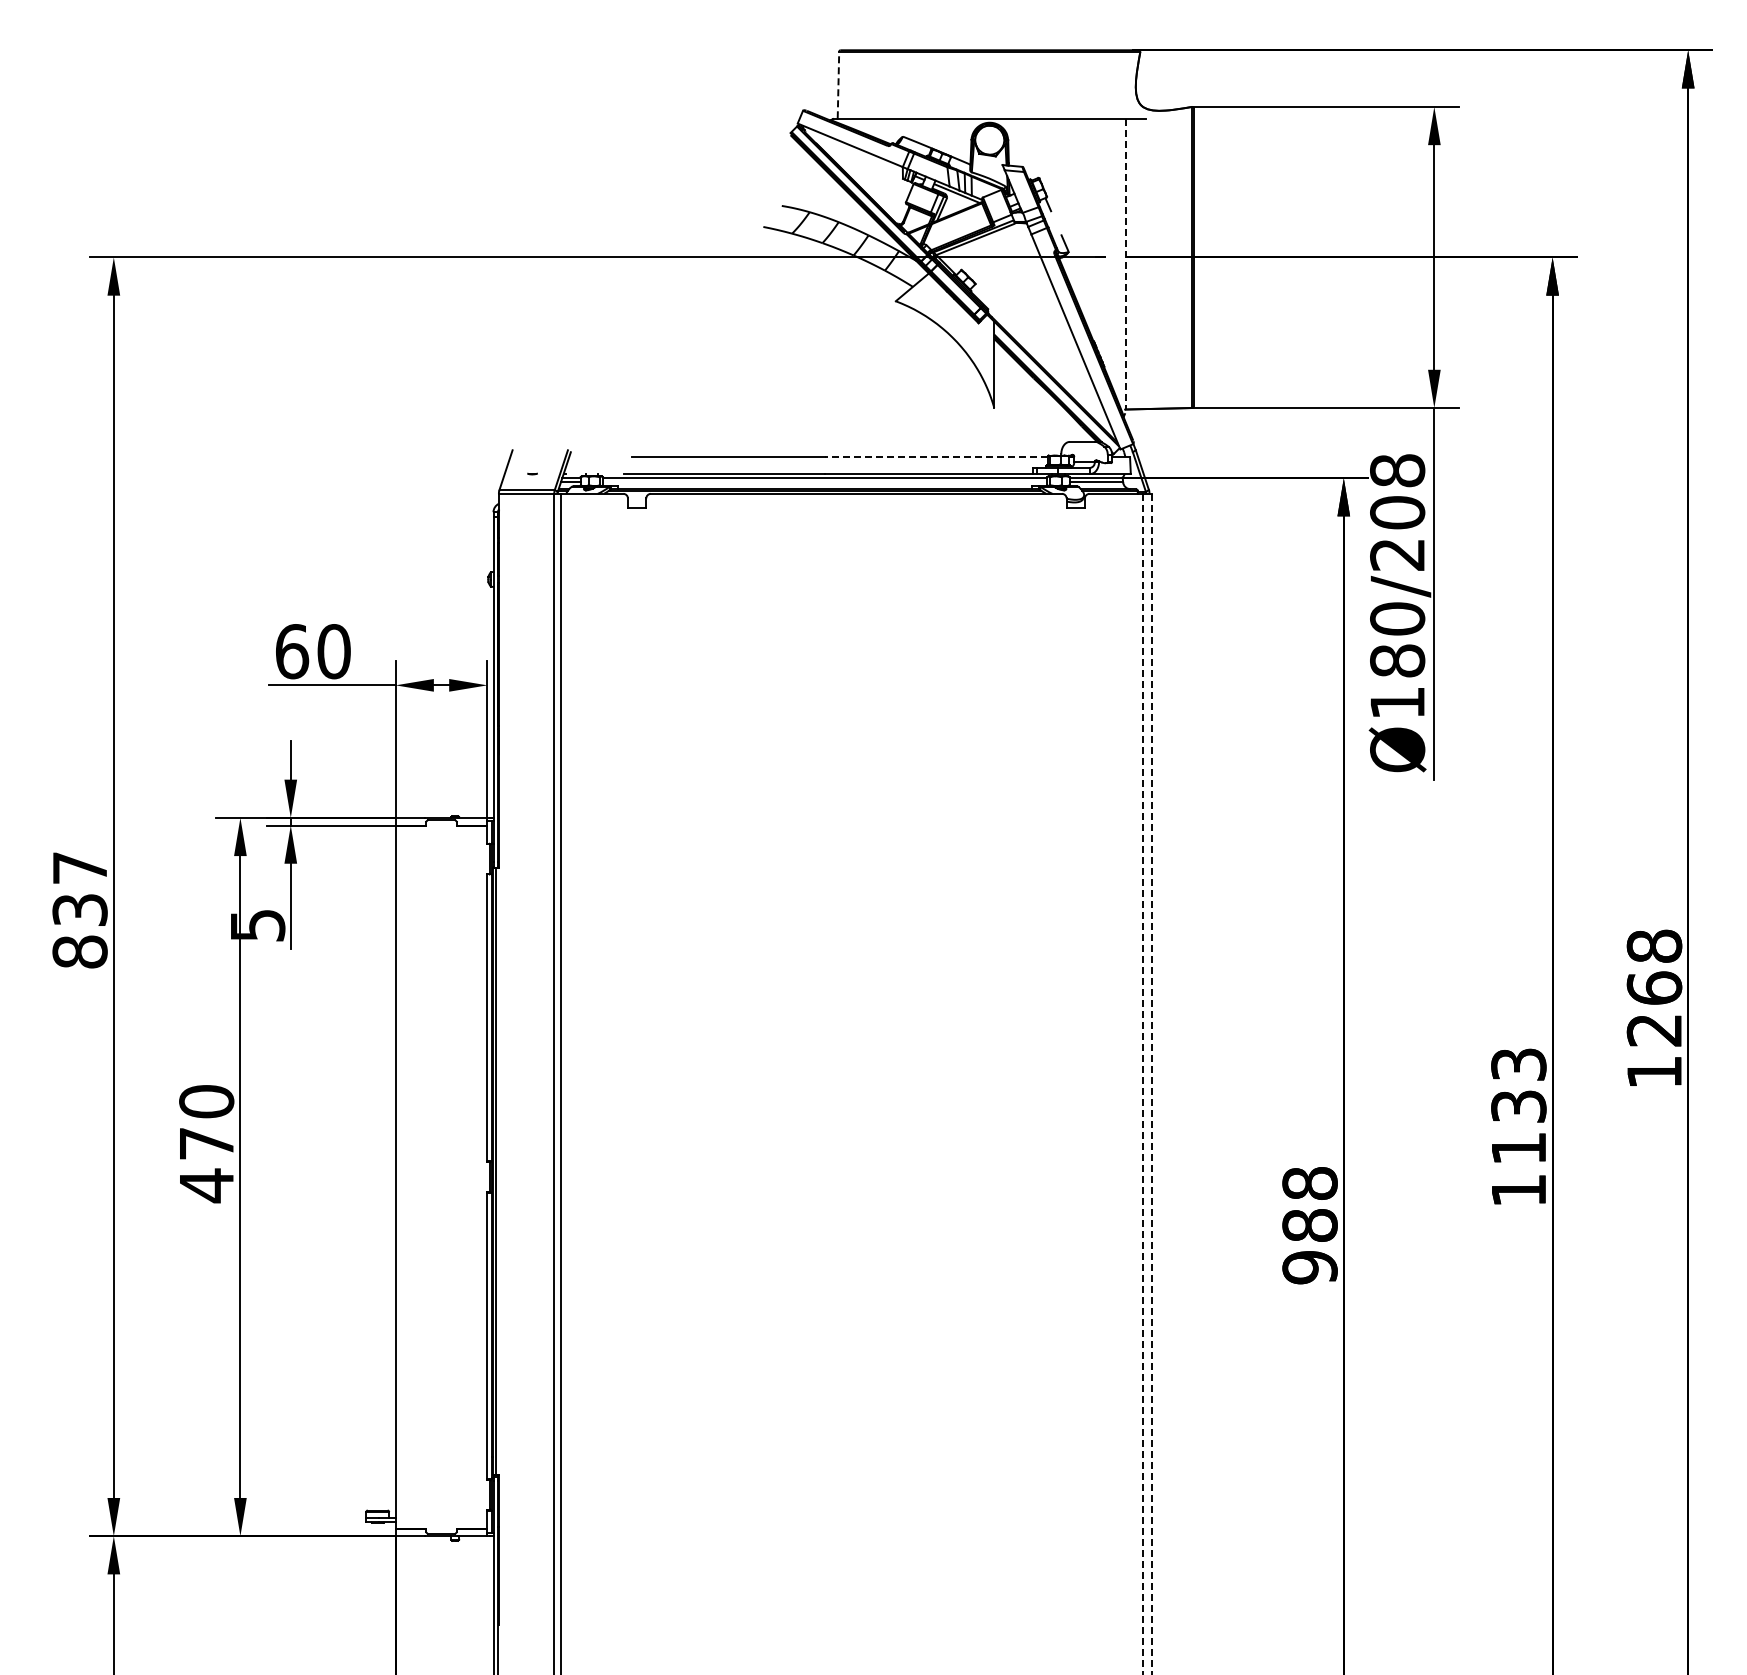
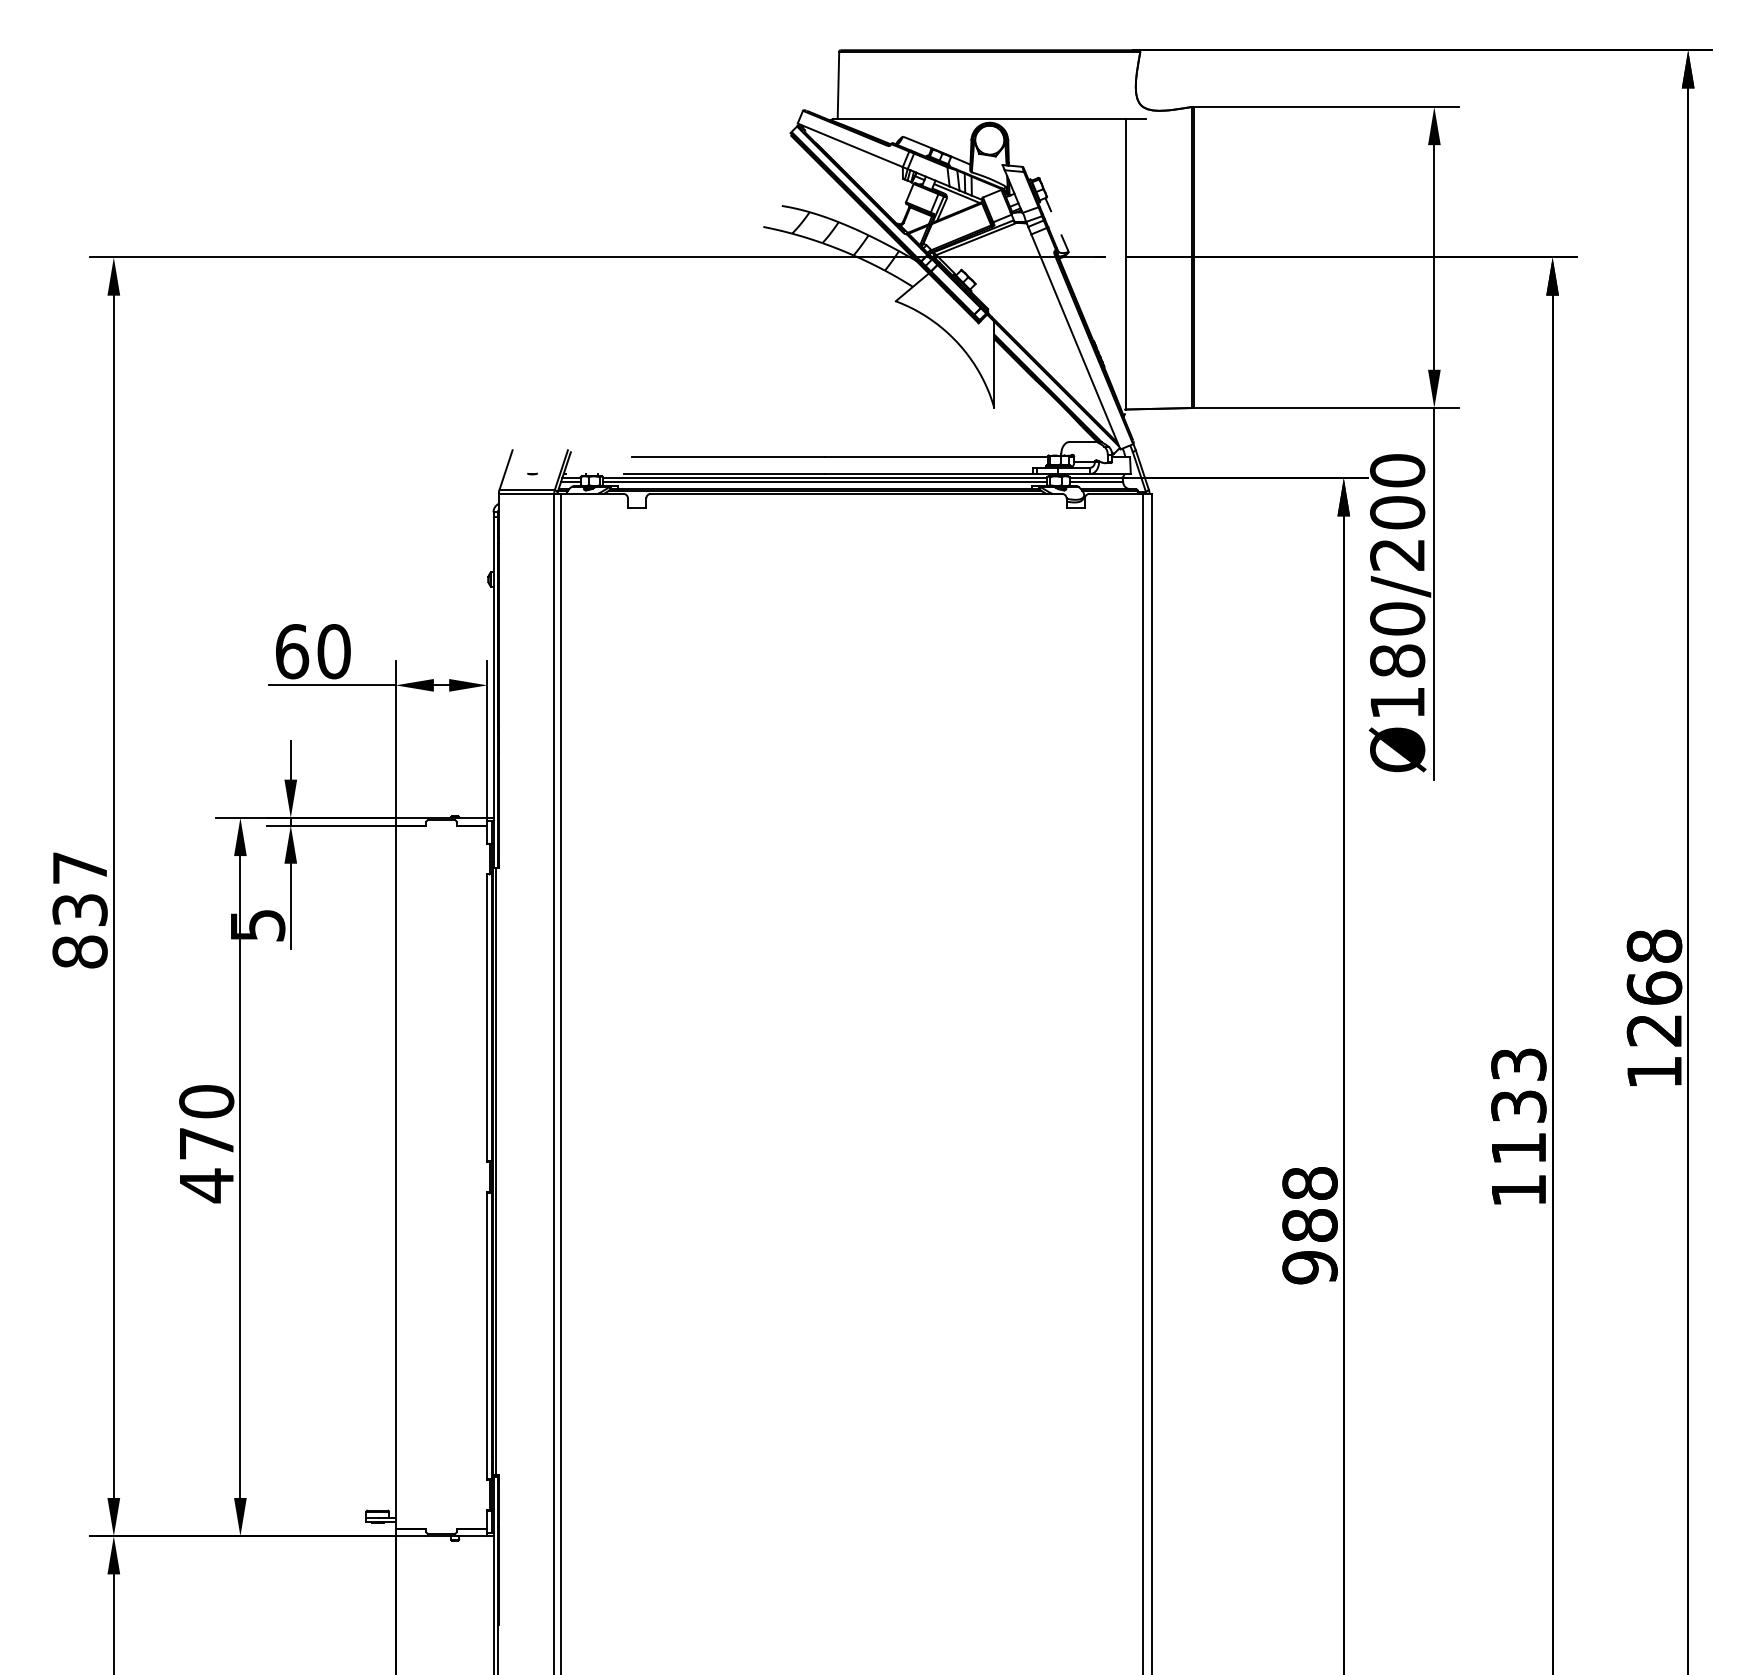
line at (838, 84): dashed -> solid
line at (1125, 264): dashed -> solid
line at (935, 457): dashed -> solid
text at (1397, 470): Ø180/208 -> Ø180/200
line at (824, 482): none -> present
line at (1143, 1083): dashed -> solid
line at (1152, 1083): dashed -> solid
